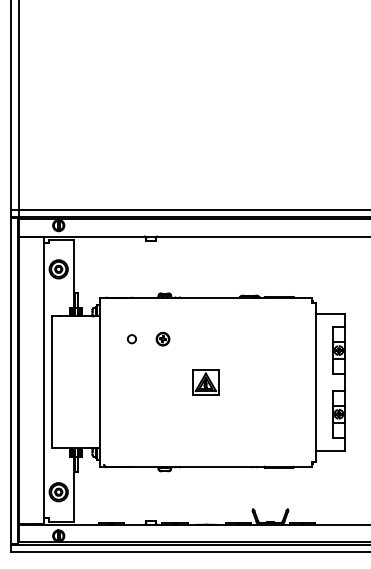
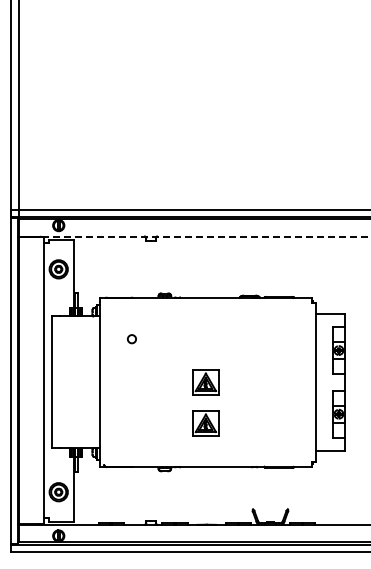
line at (194, 236): solid -> dashed
part at (162, 339): present -> none
part at (205, 423): none -> present
